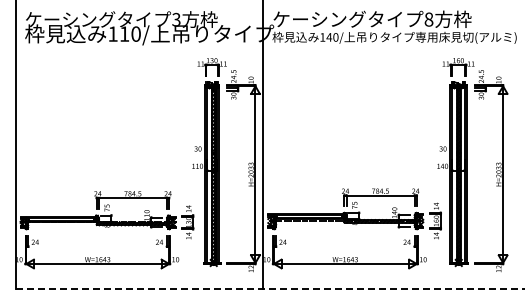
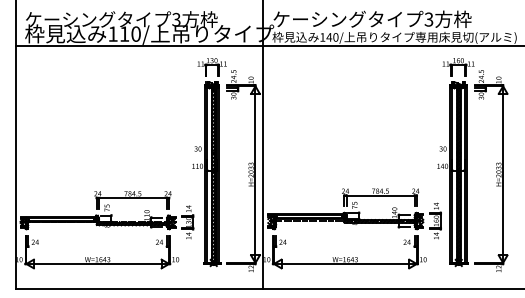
text at (428, 19): 8 -> 3
line at (268, 46): none -> present
line at (270, 289): dashed -> solid
